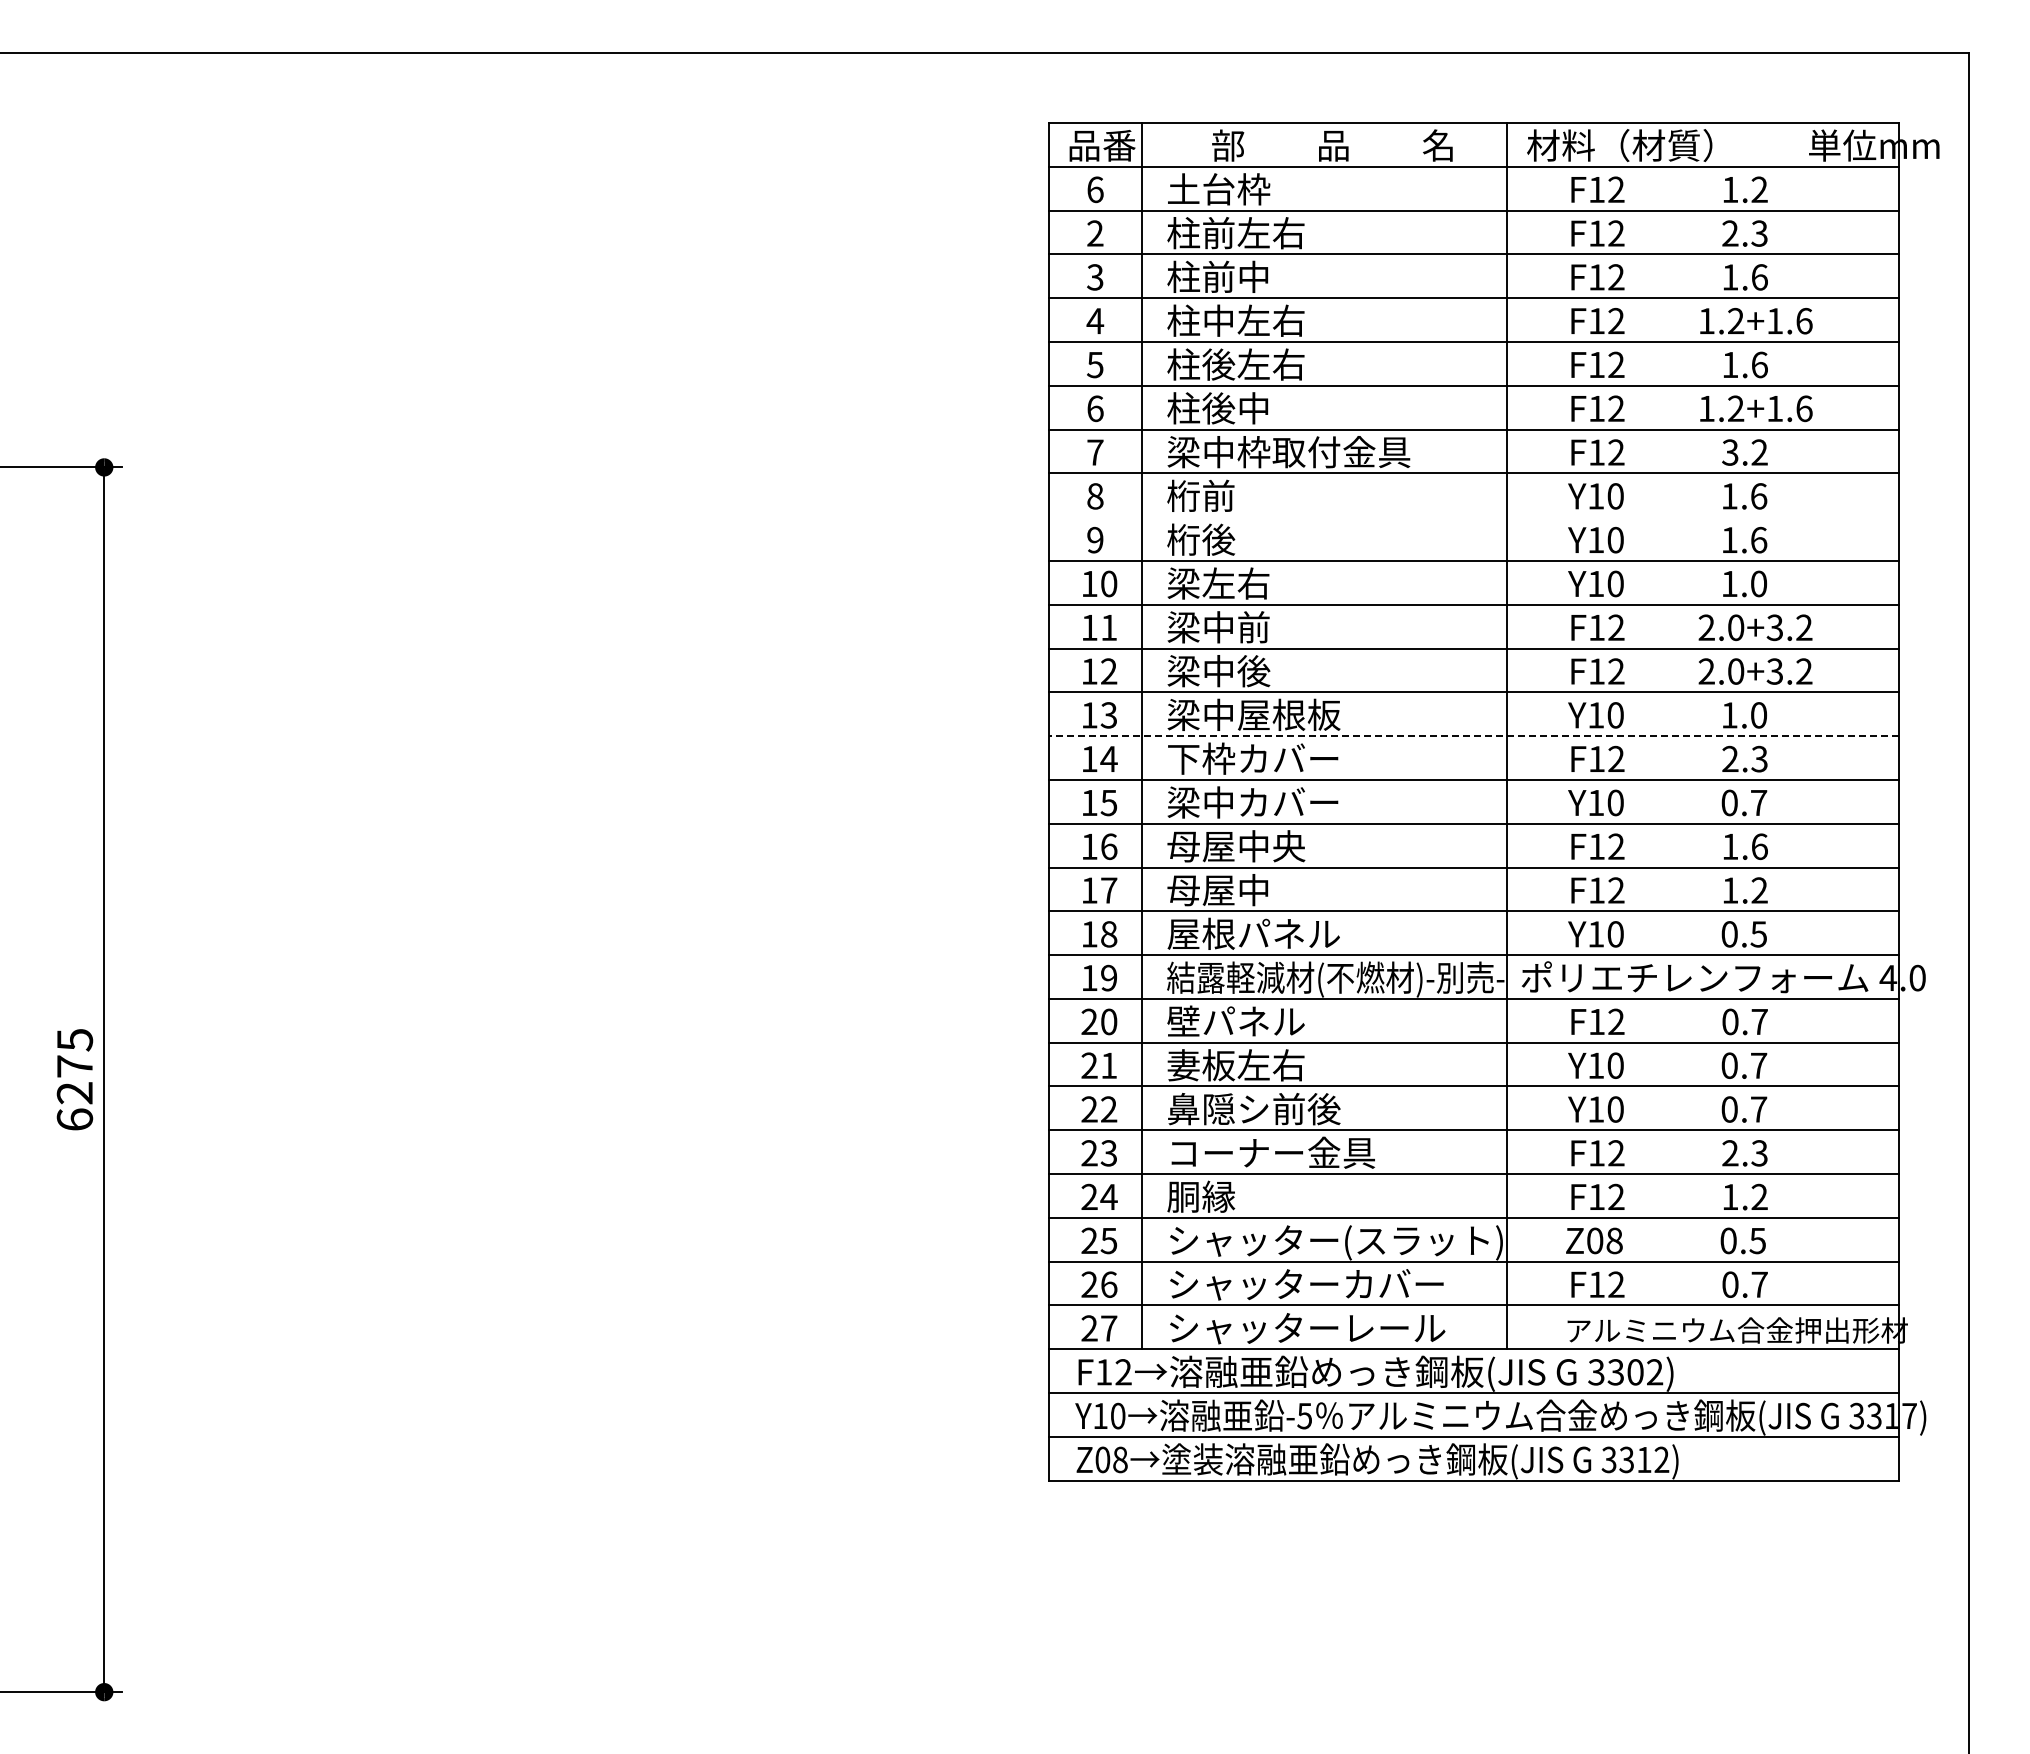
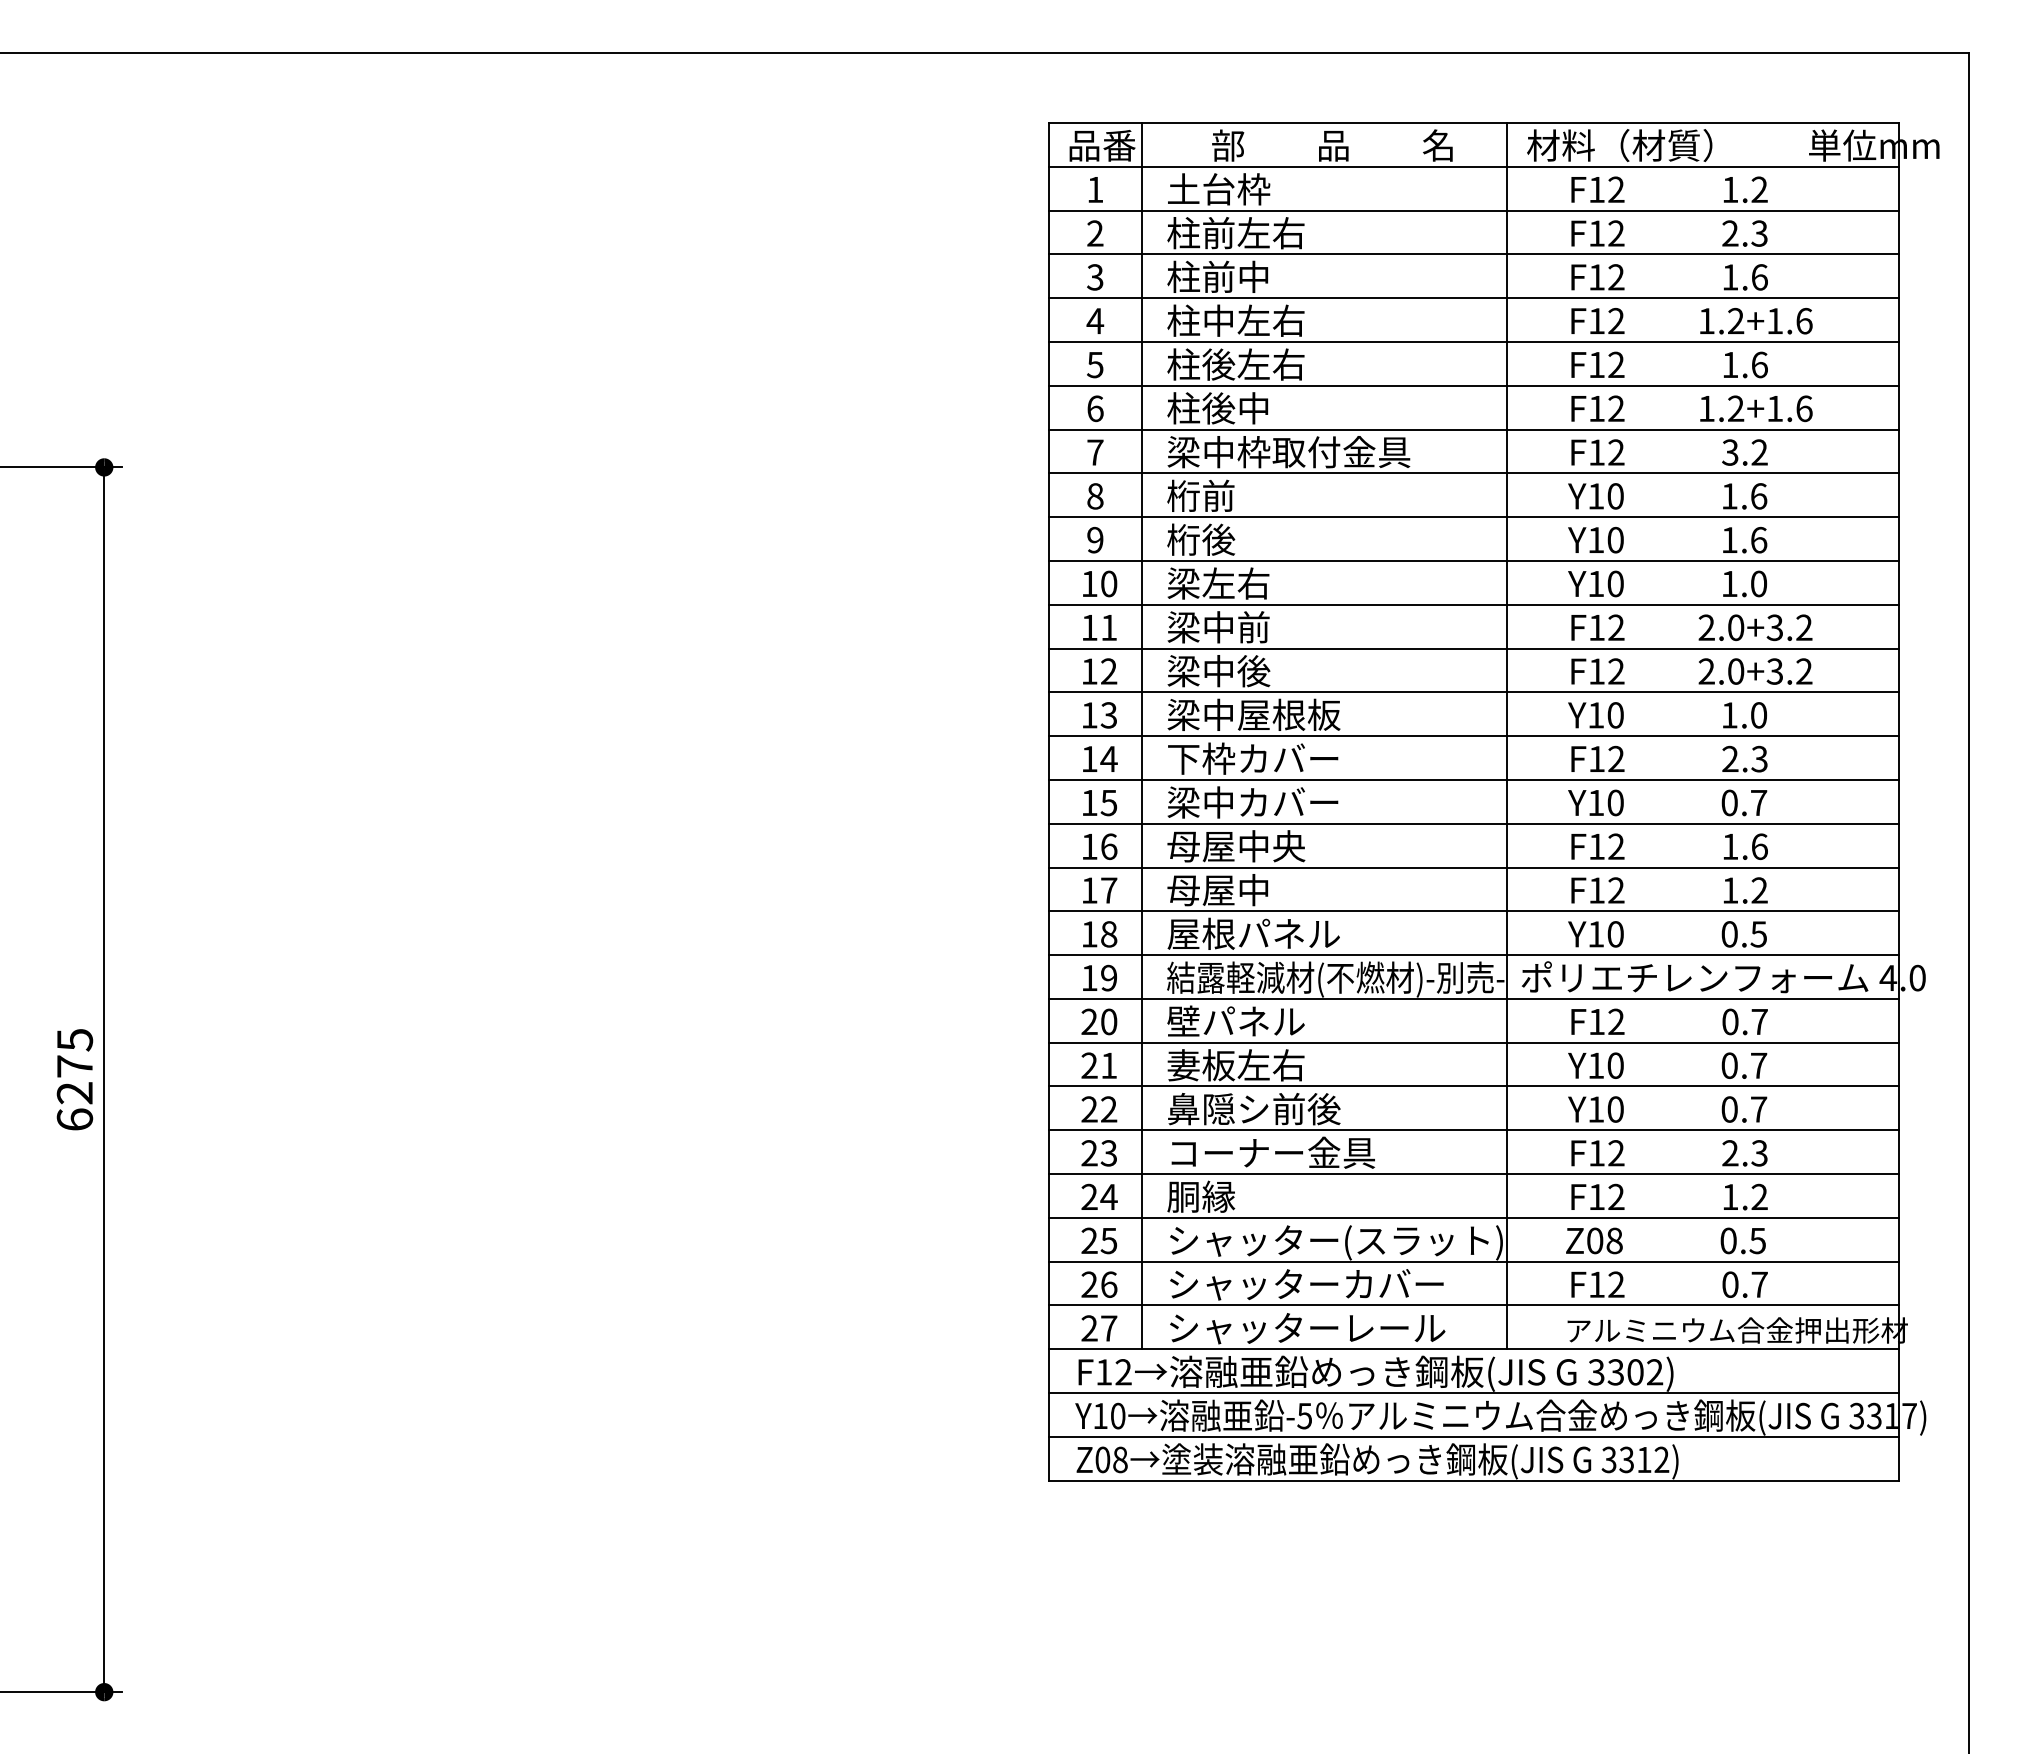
text at (1095, 189): 6 -> 1
line at (1473, 517): none -> present
line at (1473, 736): dashed -> solid
